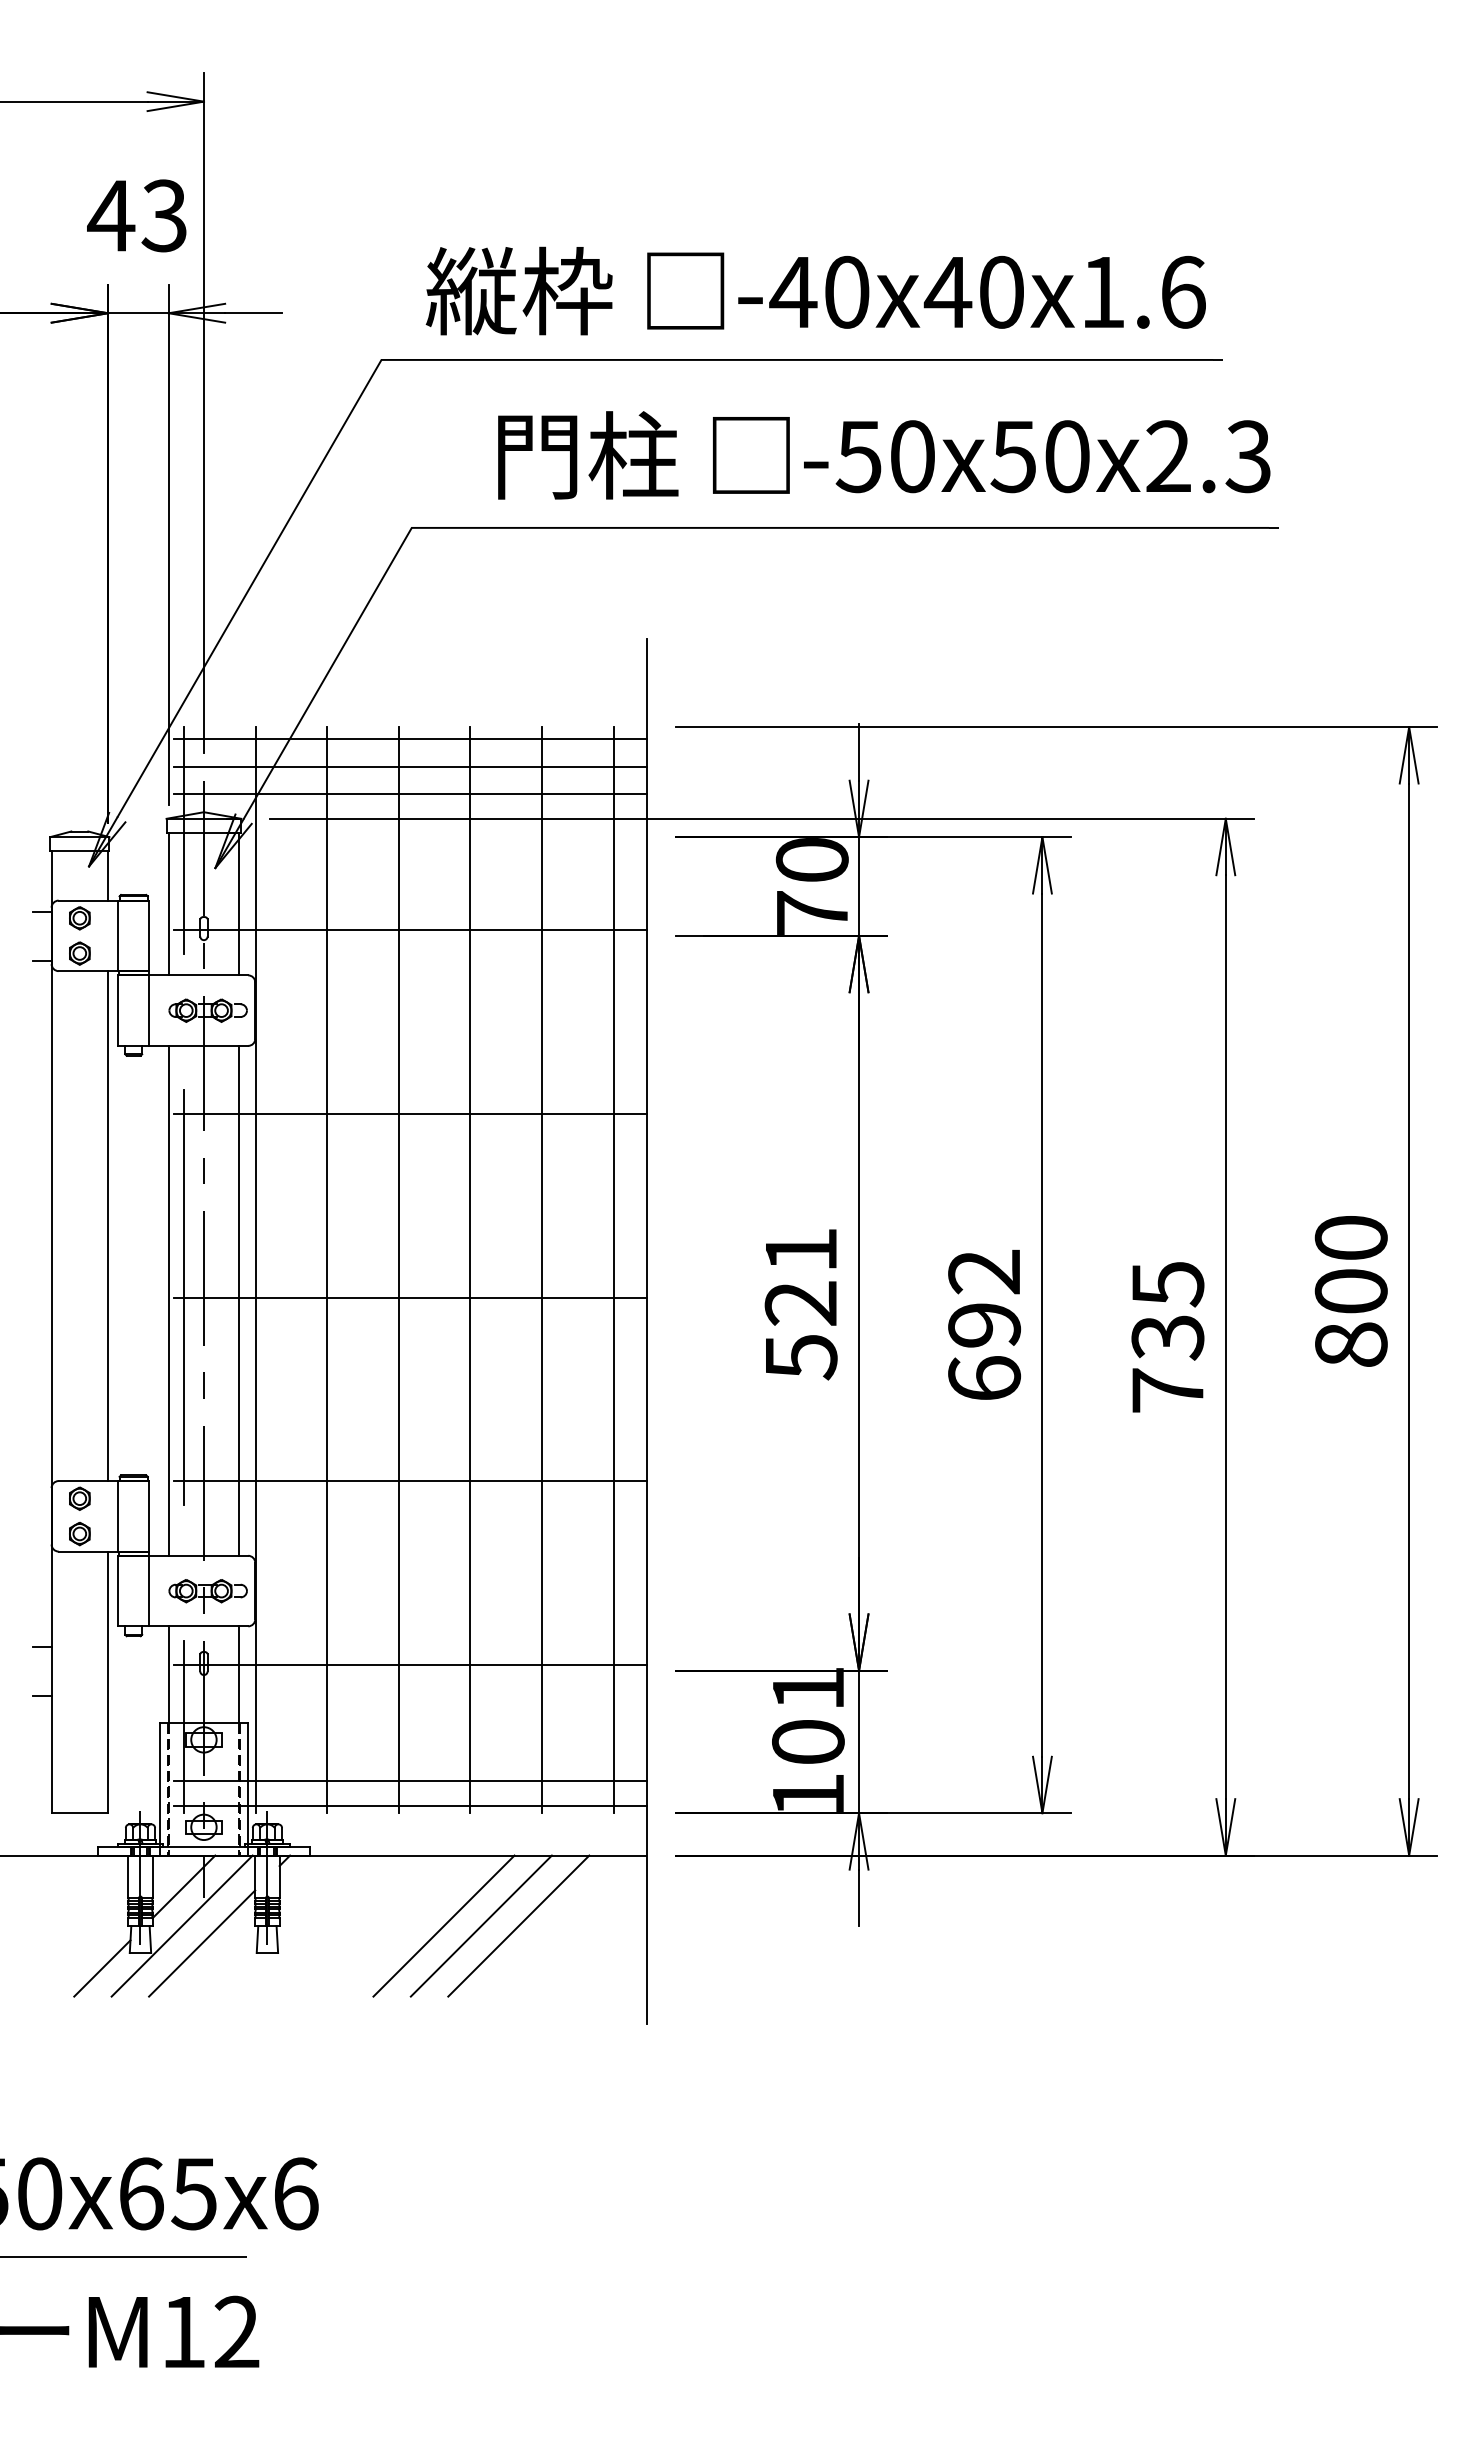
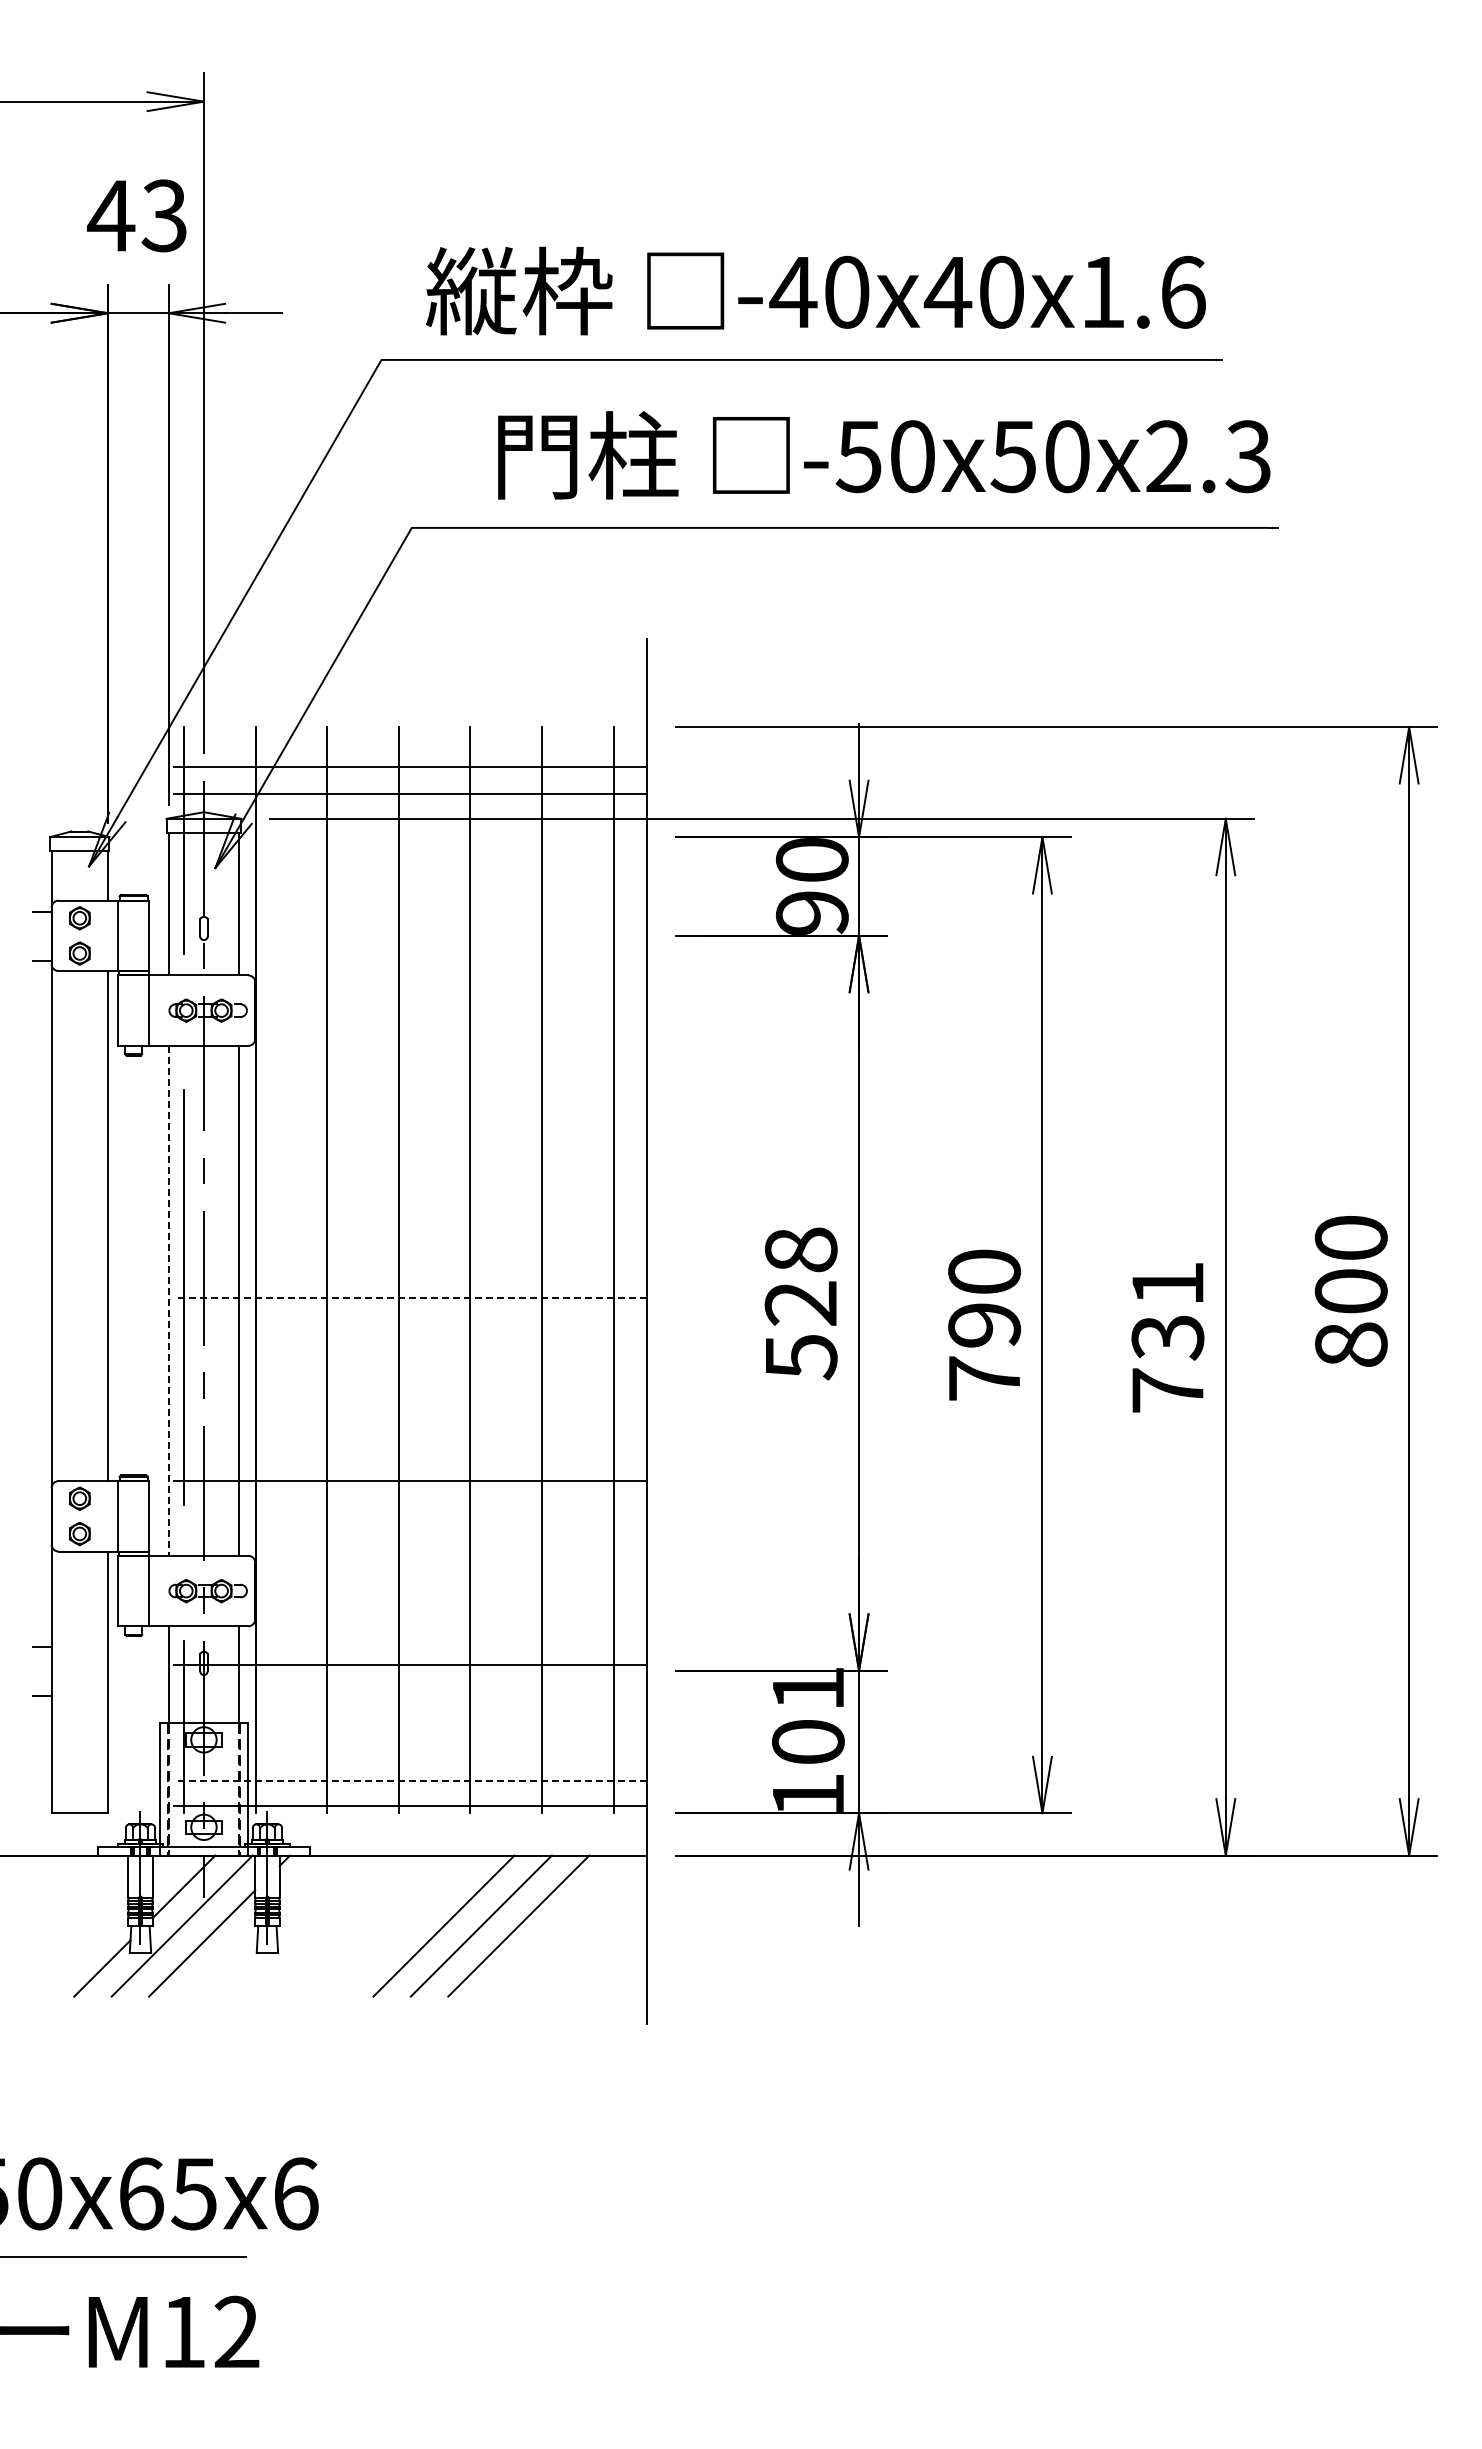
line at (410, 739): present -> none
text at (811, 912): 70 -> 90
line at (410, 930): present -> none
line at (410, 1113): present -> none
text at (801, 1249): 521 -> 528
text at (1168, 1284): 735 -> 731
line at (410, 1297): solid -> dashed
line at (168, 1300): solid -> dashed
text at (984, 1324): 692 -> 790
line at (410, 1780): solid -> dashed
